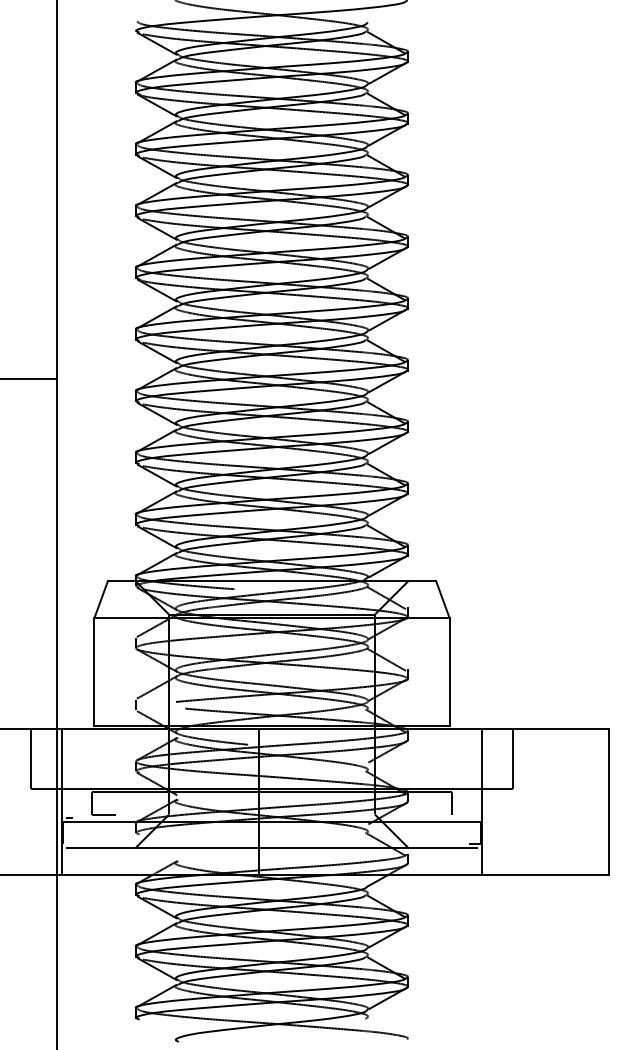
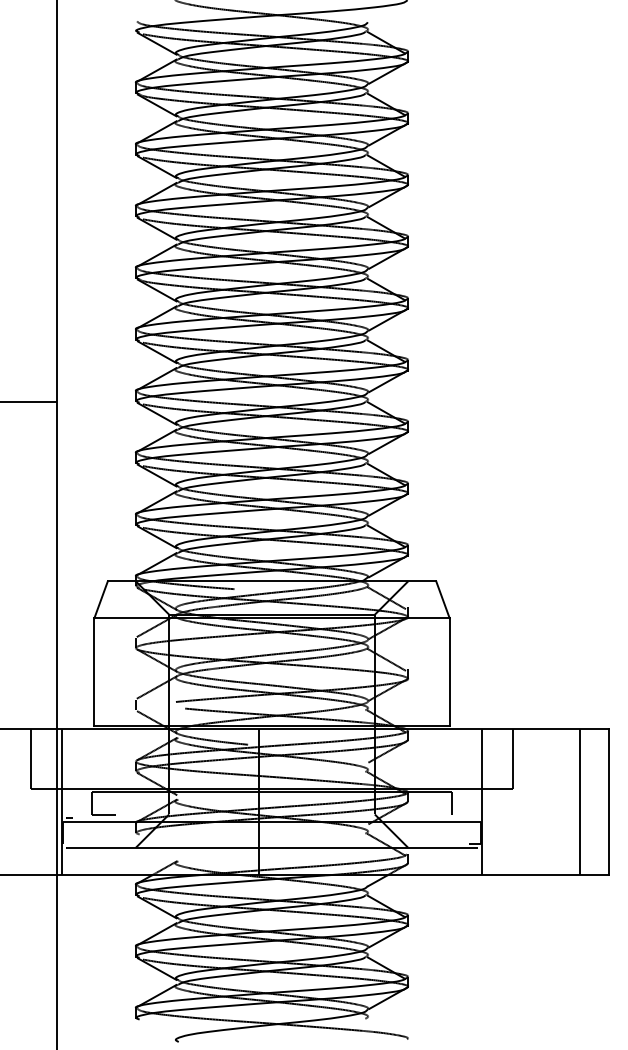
line at (29, 378) position: (29, 378) -> (29, 401)
line at (579, 802): none -> present
